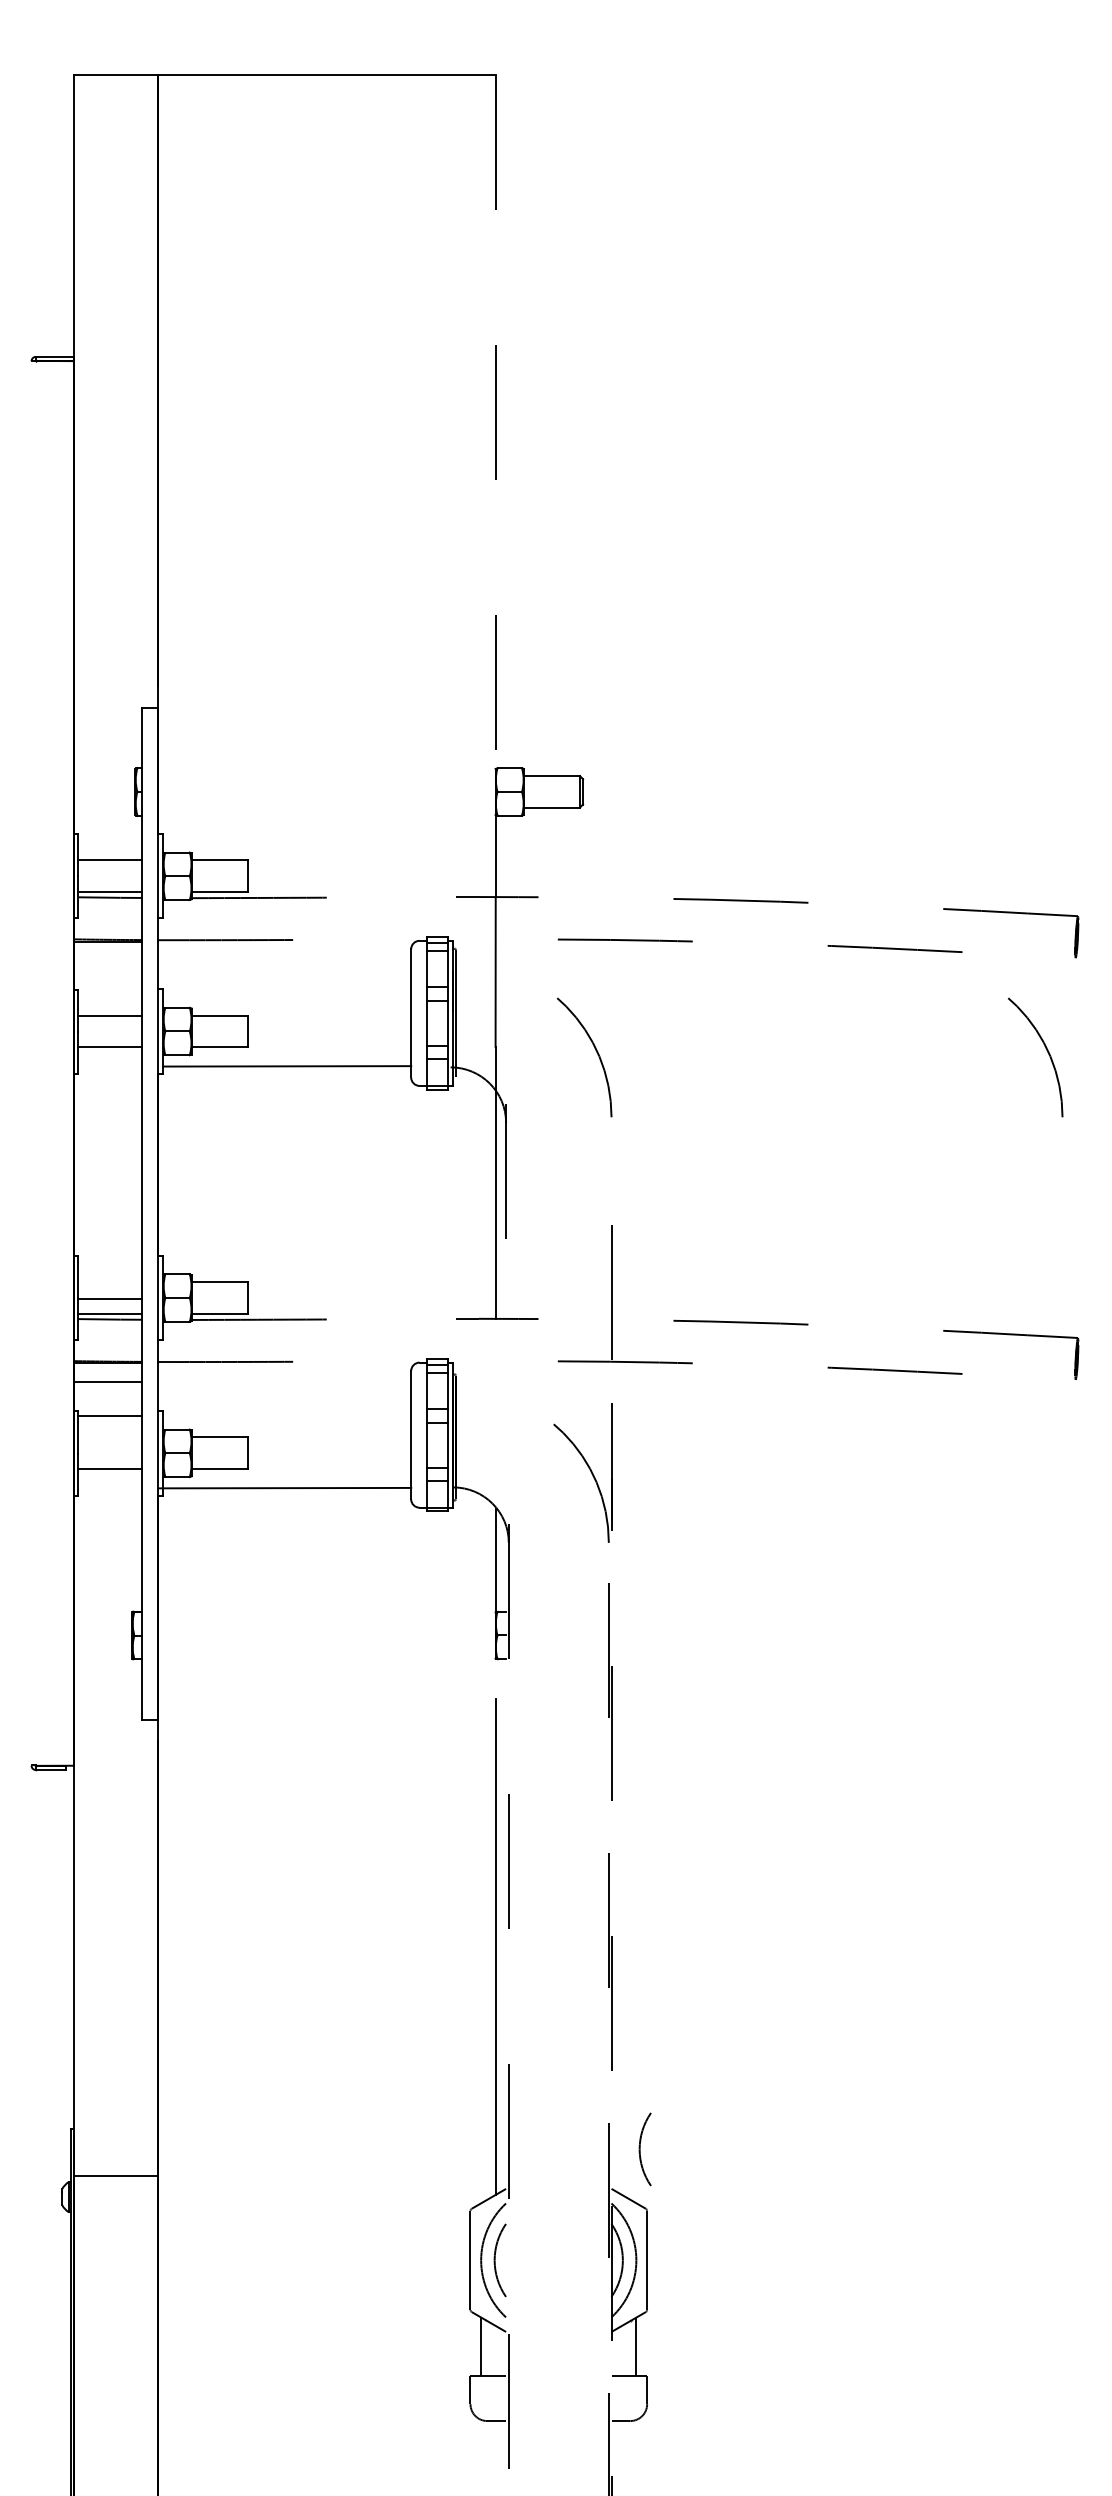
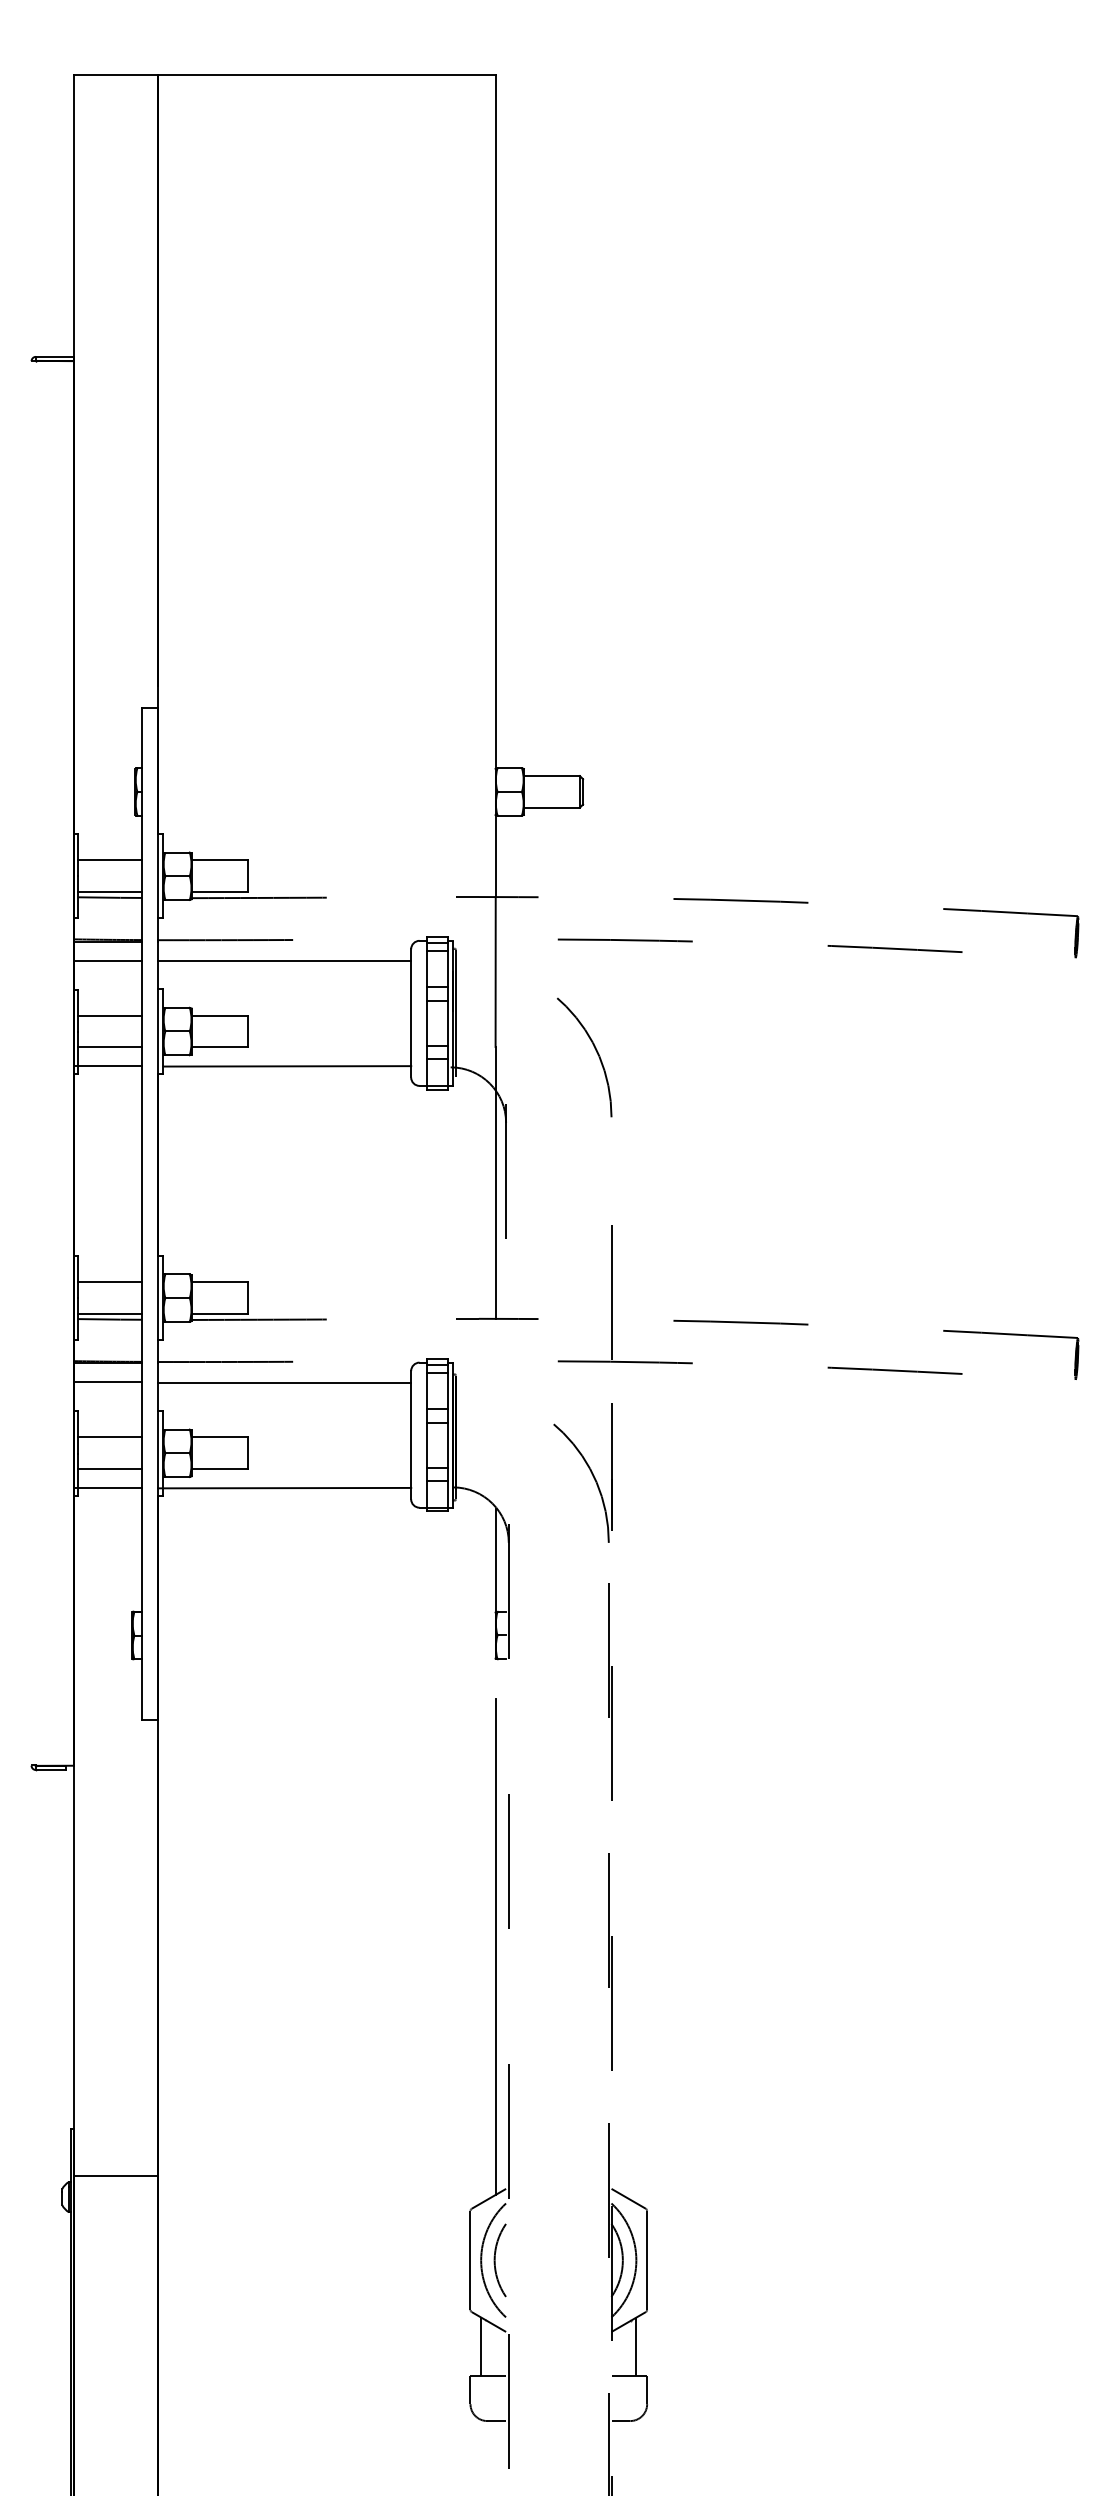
line at (495, 422): dashed -> solid
line at (107, 960): none -> present
line at (284, 960): none -> present
arc at (1047, 1052): present -> none
line at (107, 1066): none -> present
line at (109, 1299) position: (109, 1299) -> (109, 1282)
line at (284, 1382): none -> present
line at (109, 1416) position: (109, 1416) -> (109, 1437)
line at (107, 1487): none -> present
arc at (640, 2149): present -> none
